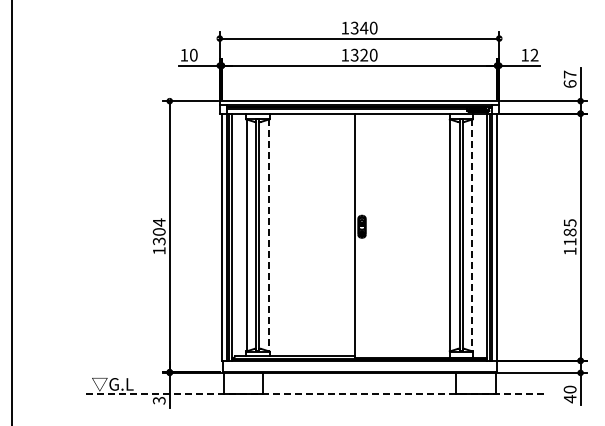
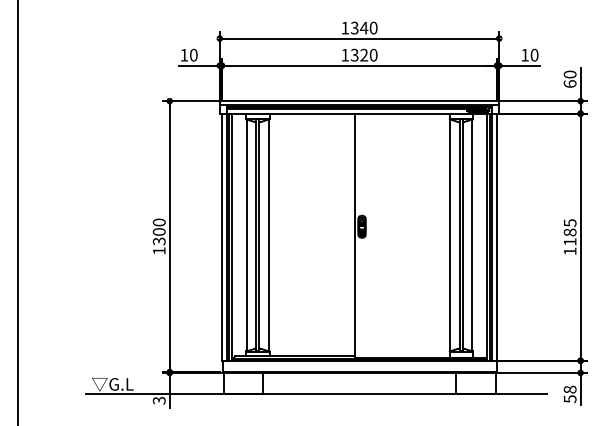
text at (534, 55): 12 -> 10
text at (569, 74): 67 -> 60
line at (12, 212) position: (12, 212) -> (18, 212)
text at (158, 222): 1304 -> 1300
line at (268, 235): dashed -> solid
line at (472, 235): dashed -> solid
line at (316, 393): dashed -> solid
text at (570, 394): 40 -> 58
